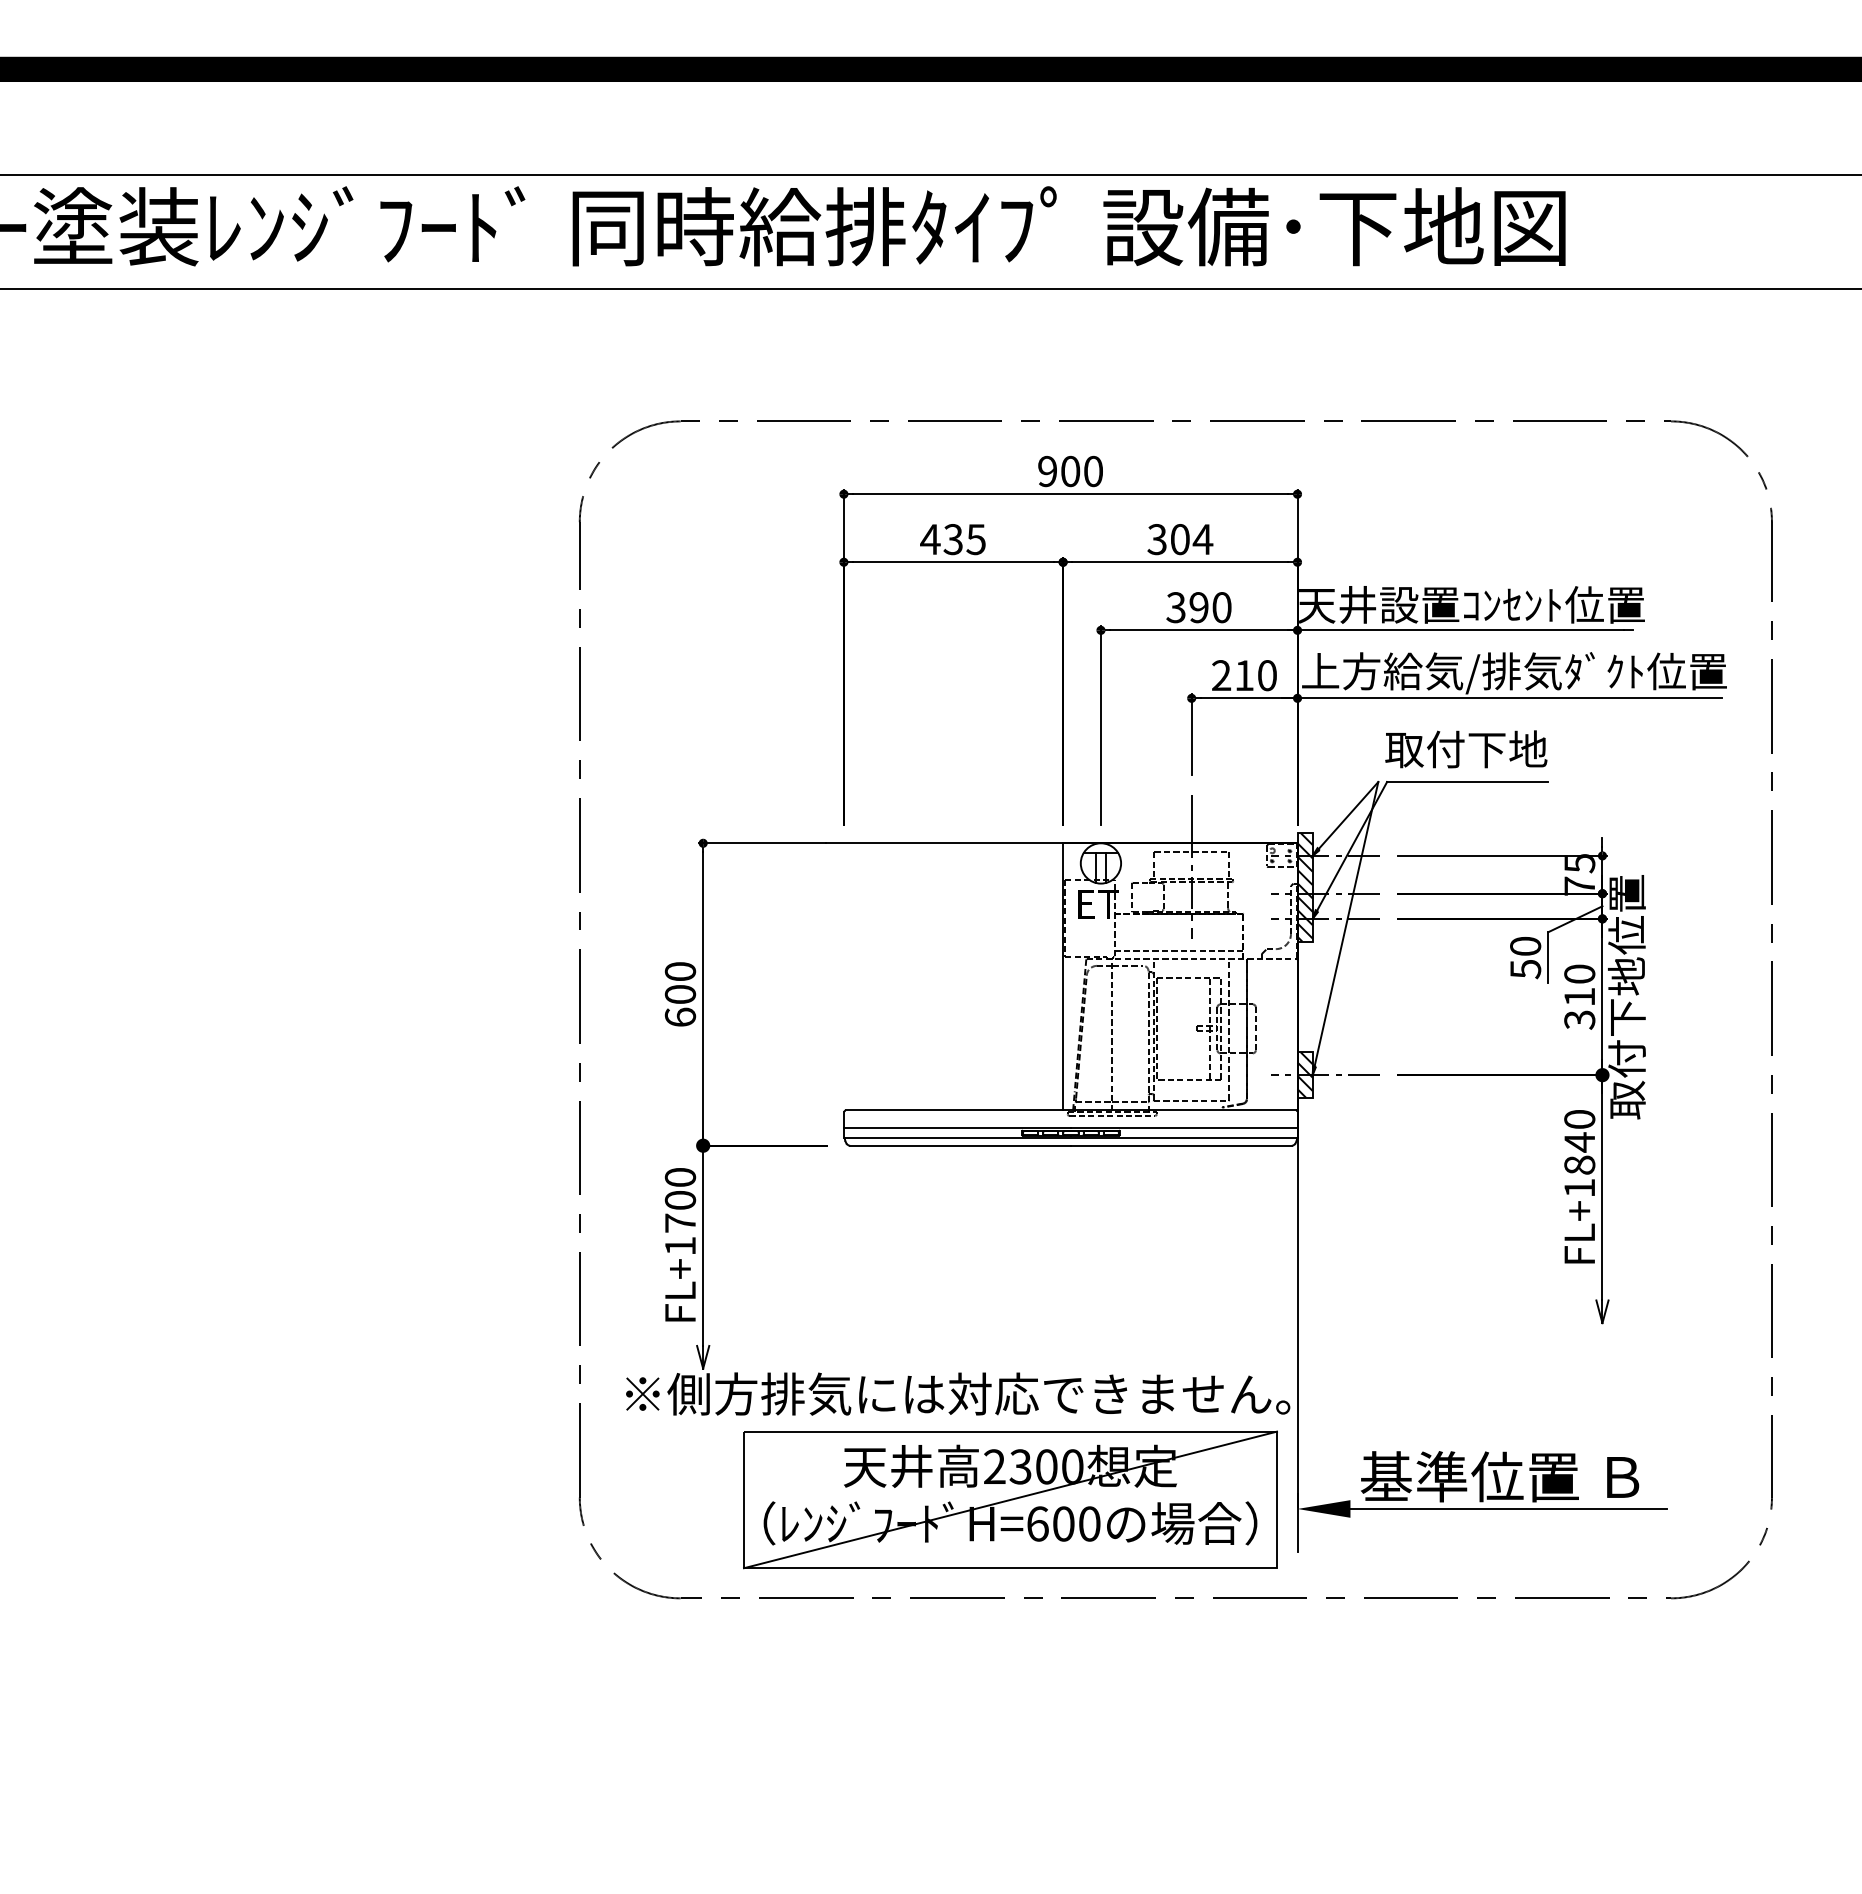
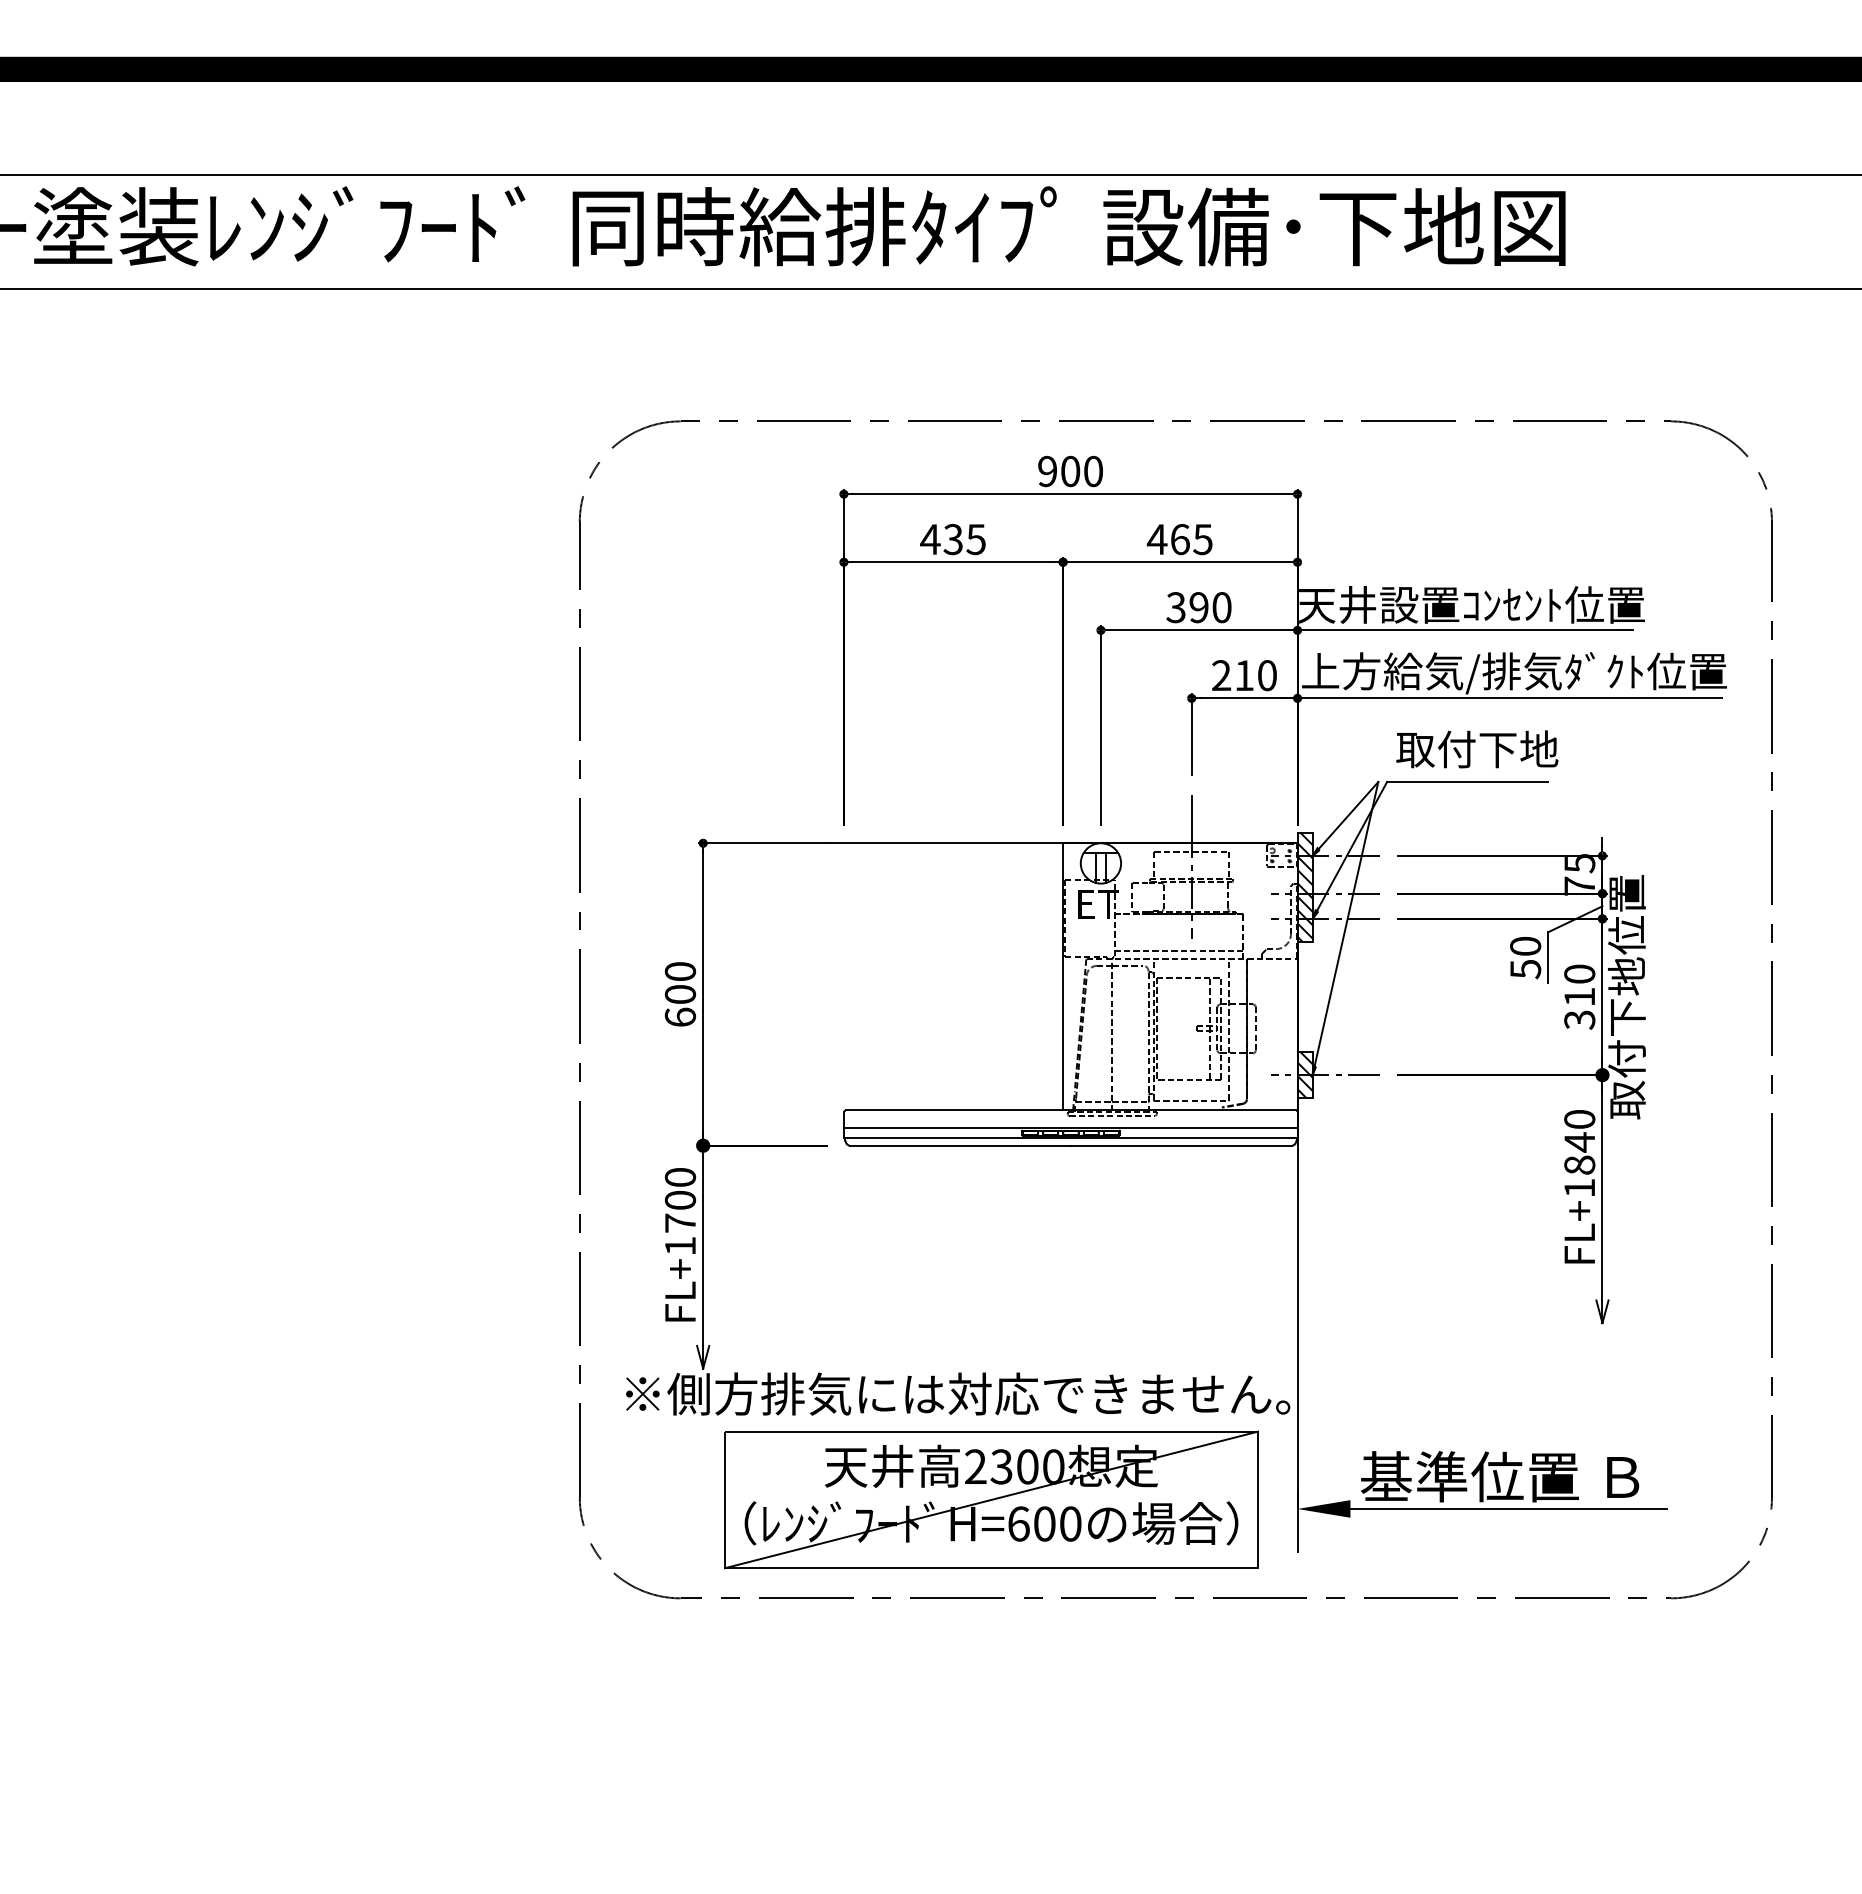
text at (1179, 539): 304 -> 465
text at (1466, 749) position: (1466, 749) -> (1477, 749)
part at (1010, 1499) position: (1010, 1499) -> (991, 1499)
